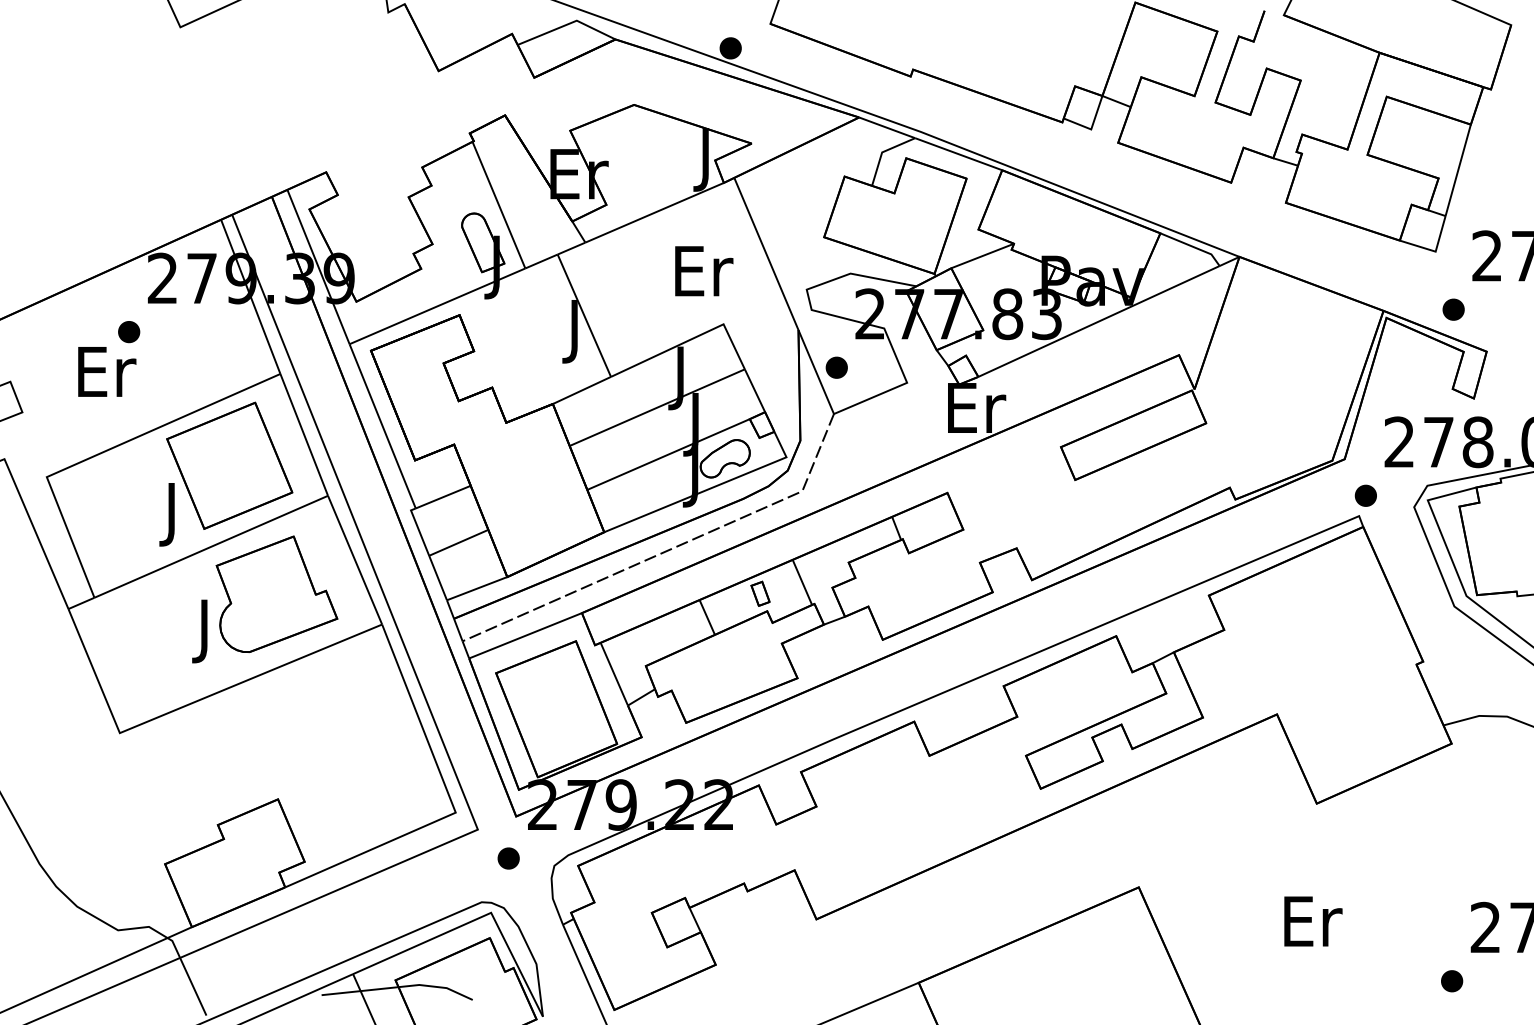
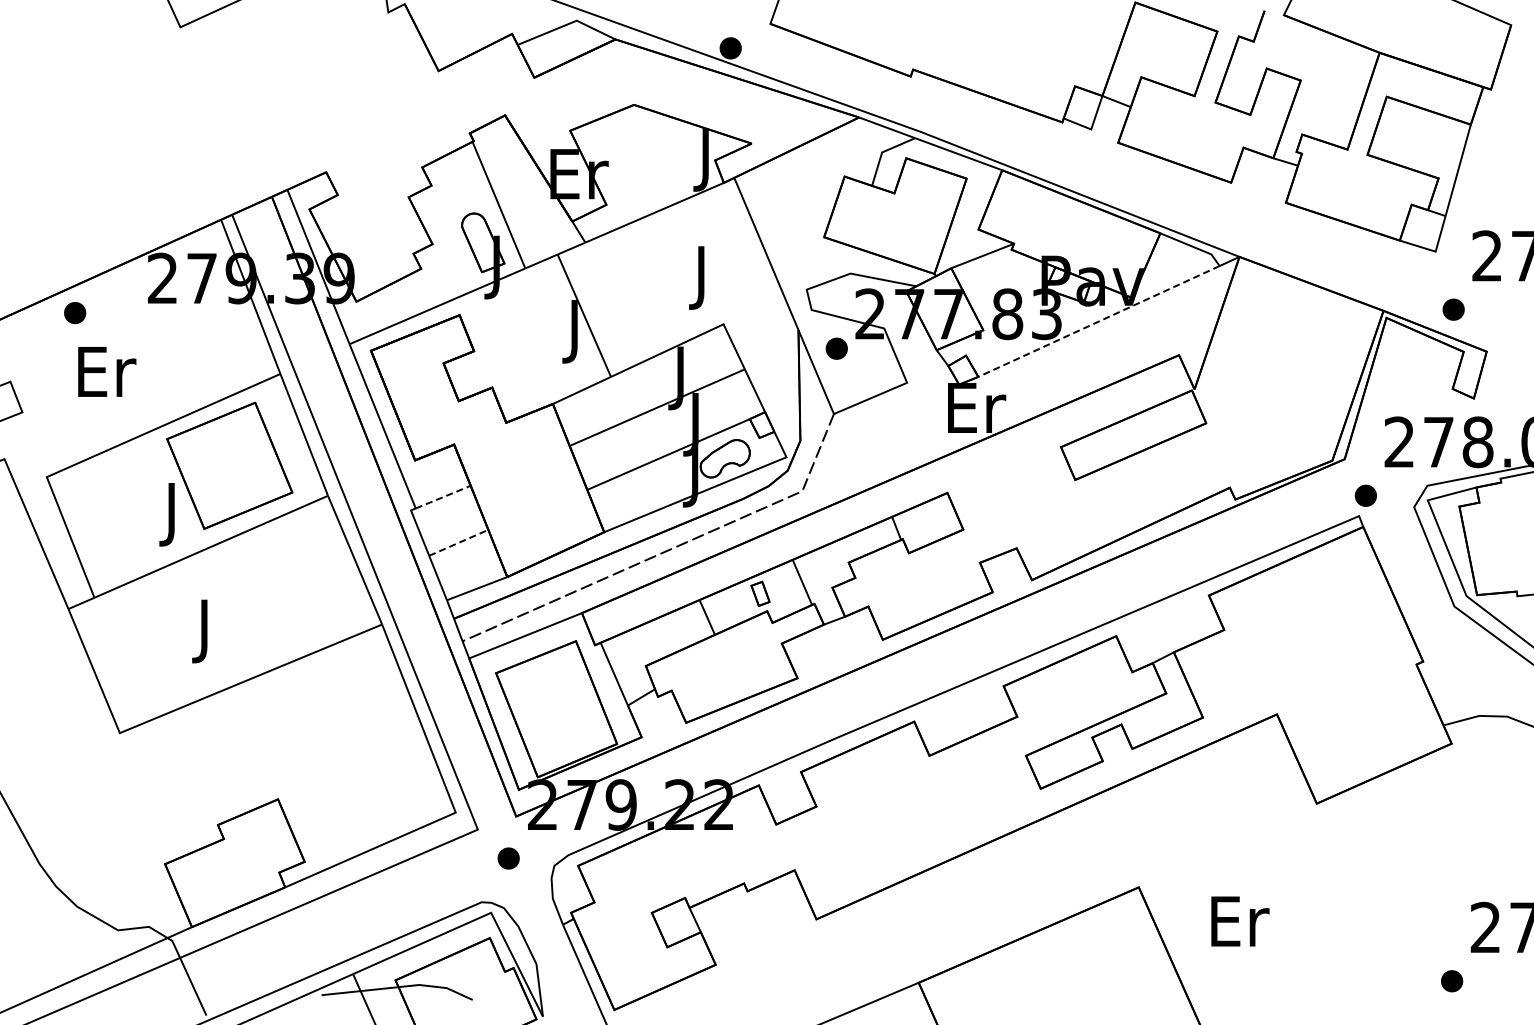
text at (704, 277): Er -> J
line at (1099, 321): solid -> dashed
part at (129, 332) position: (129, 332) -> (75, 313)
part at (836, 367) position: (836, 367) -> (836, 348)
line at (443, 497): solid -> dashed
line at (459, 542): solid -> dashed
part at (276, 593): present -> none
text at (1313, 921) position: (1313, 921) -> (1240, 921)
